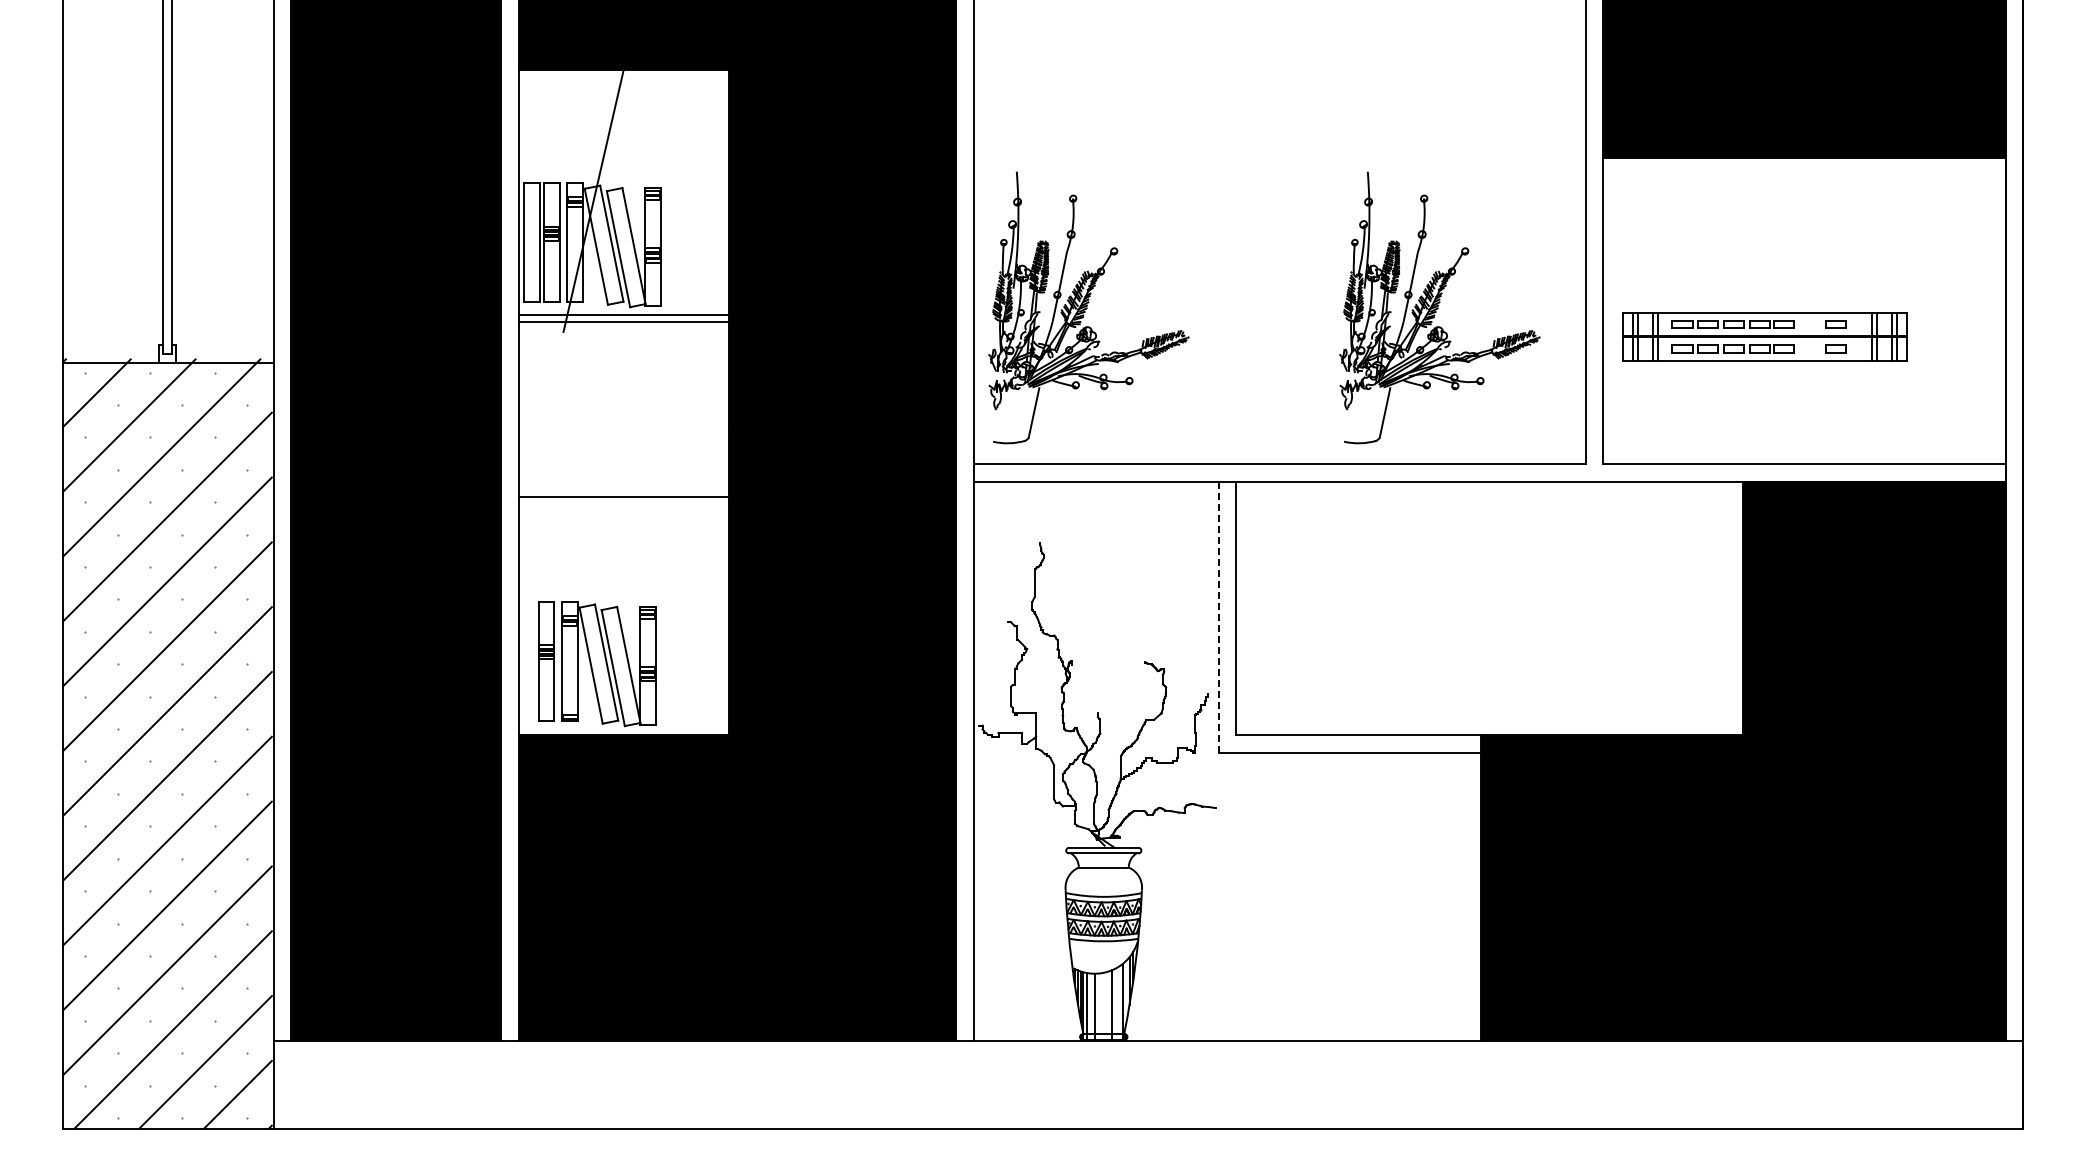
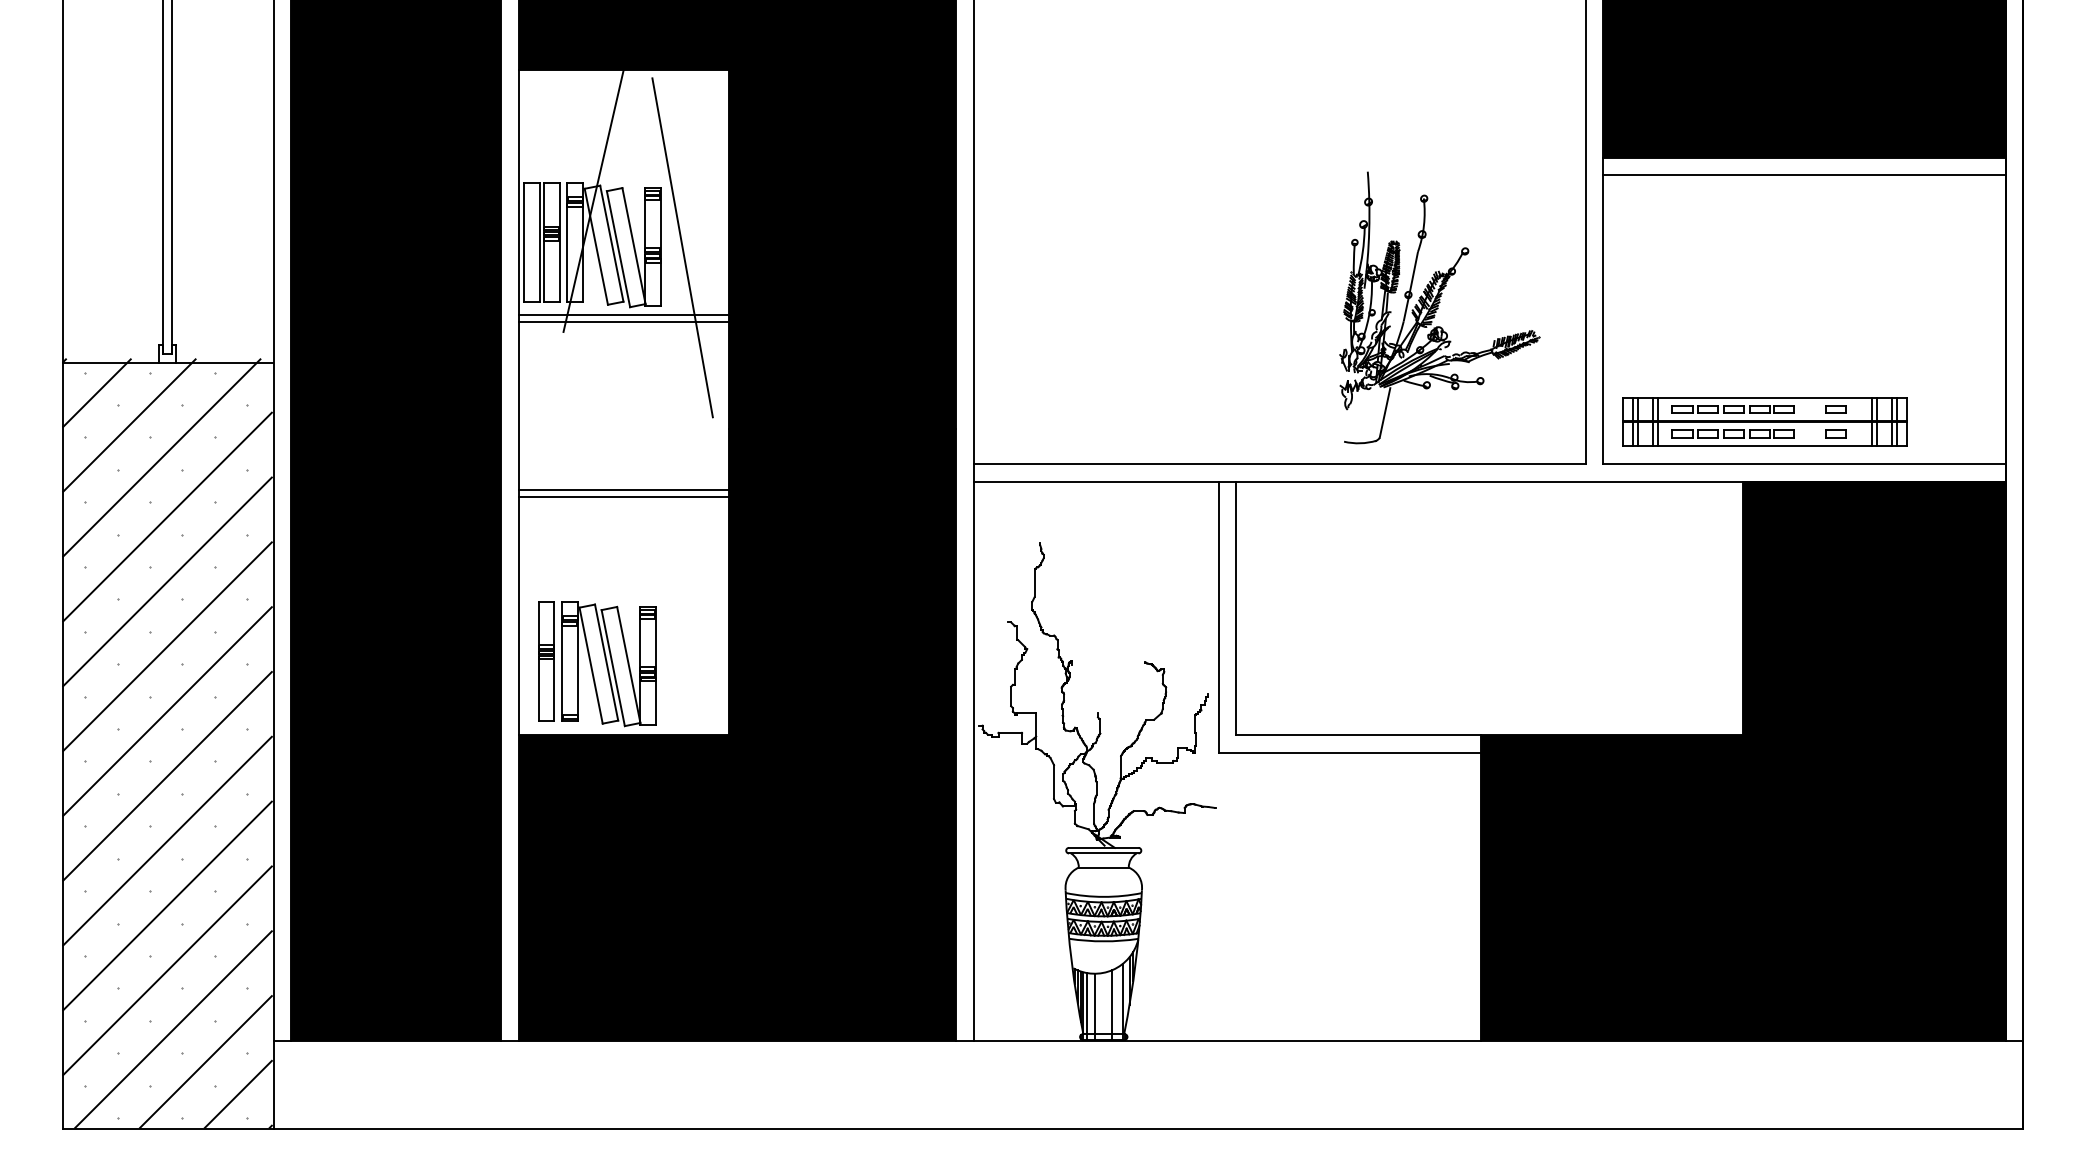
line at (1804, 175): none -> present
line at (682, 247): none -> present
part at (1088, 307): present -> none
part at (1764, 336) position: (1764, 336) -> (1764, 421)
line at (623, 490): none -> present
line at (1218, 617): dashed -> solid
